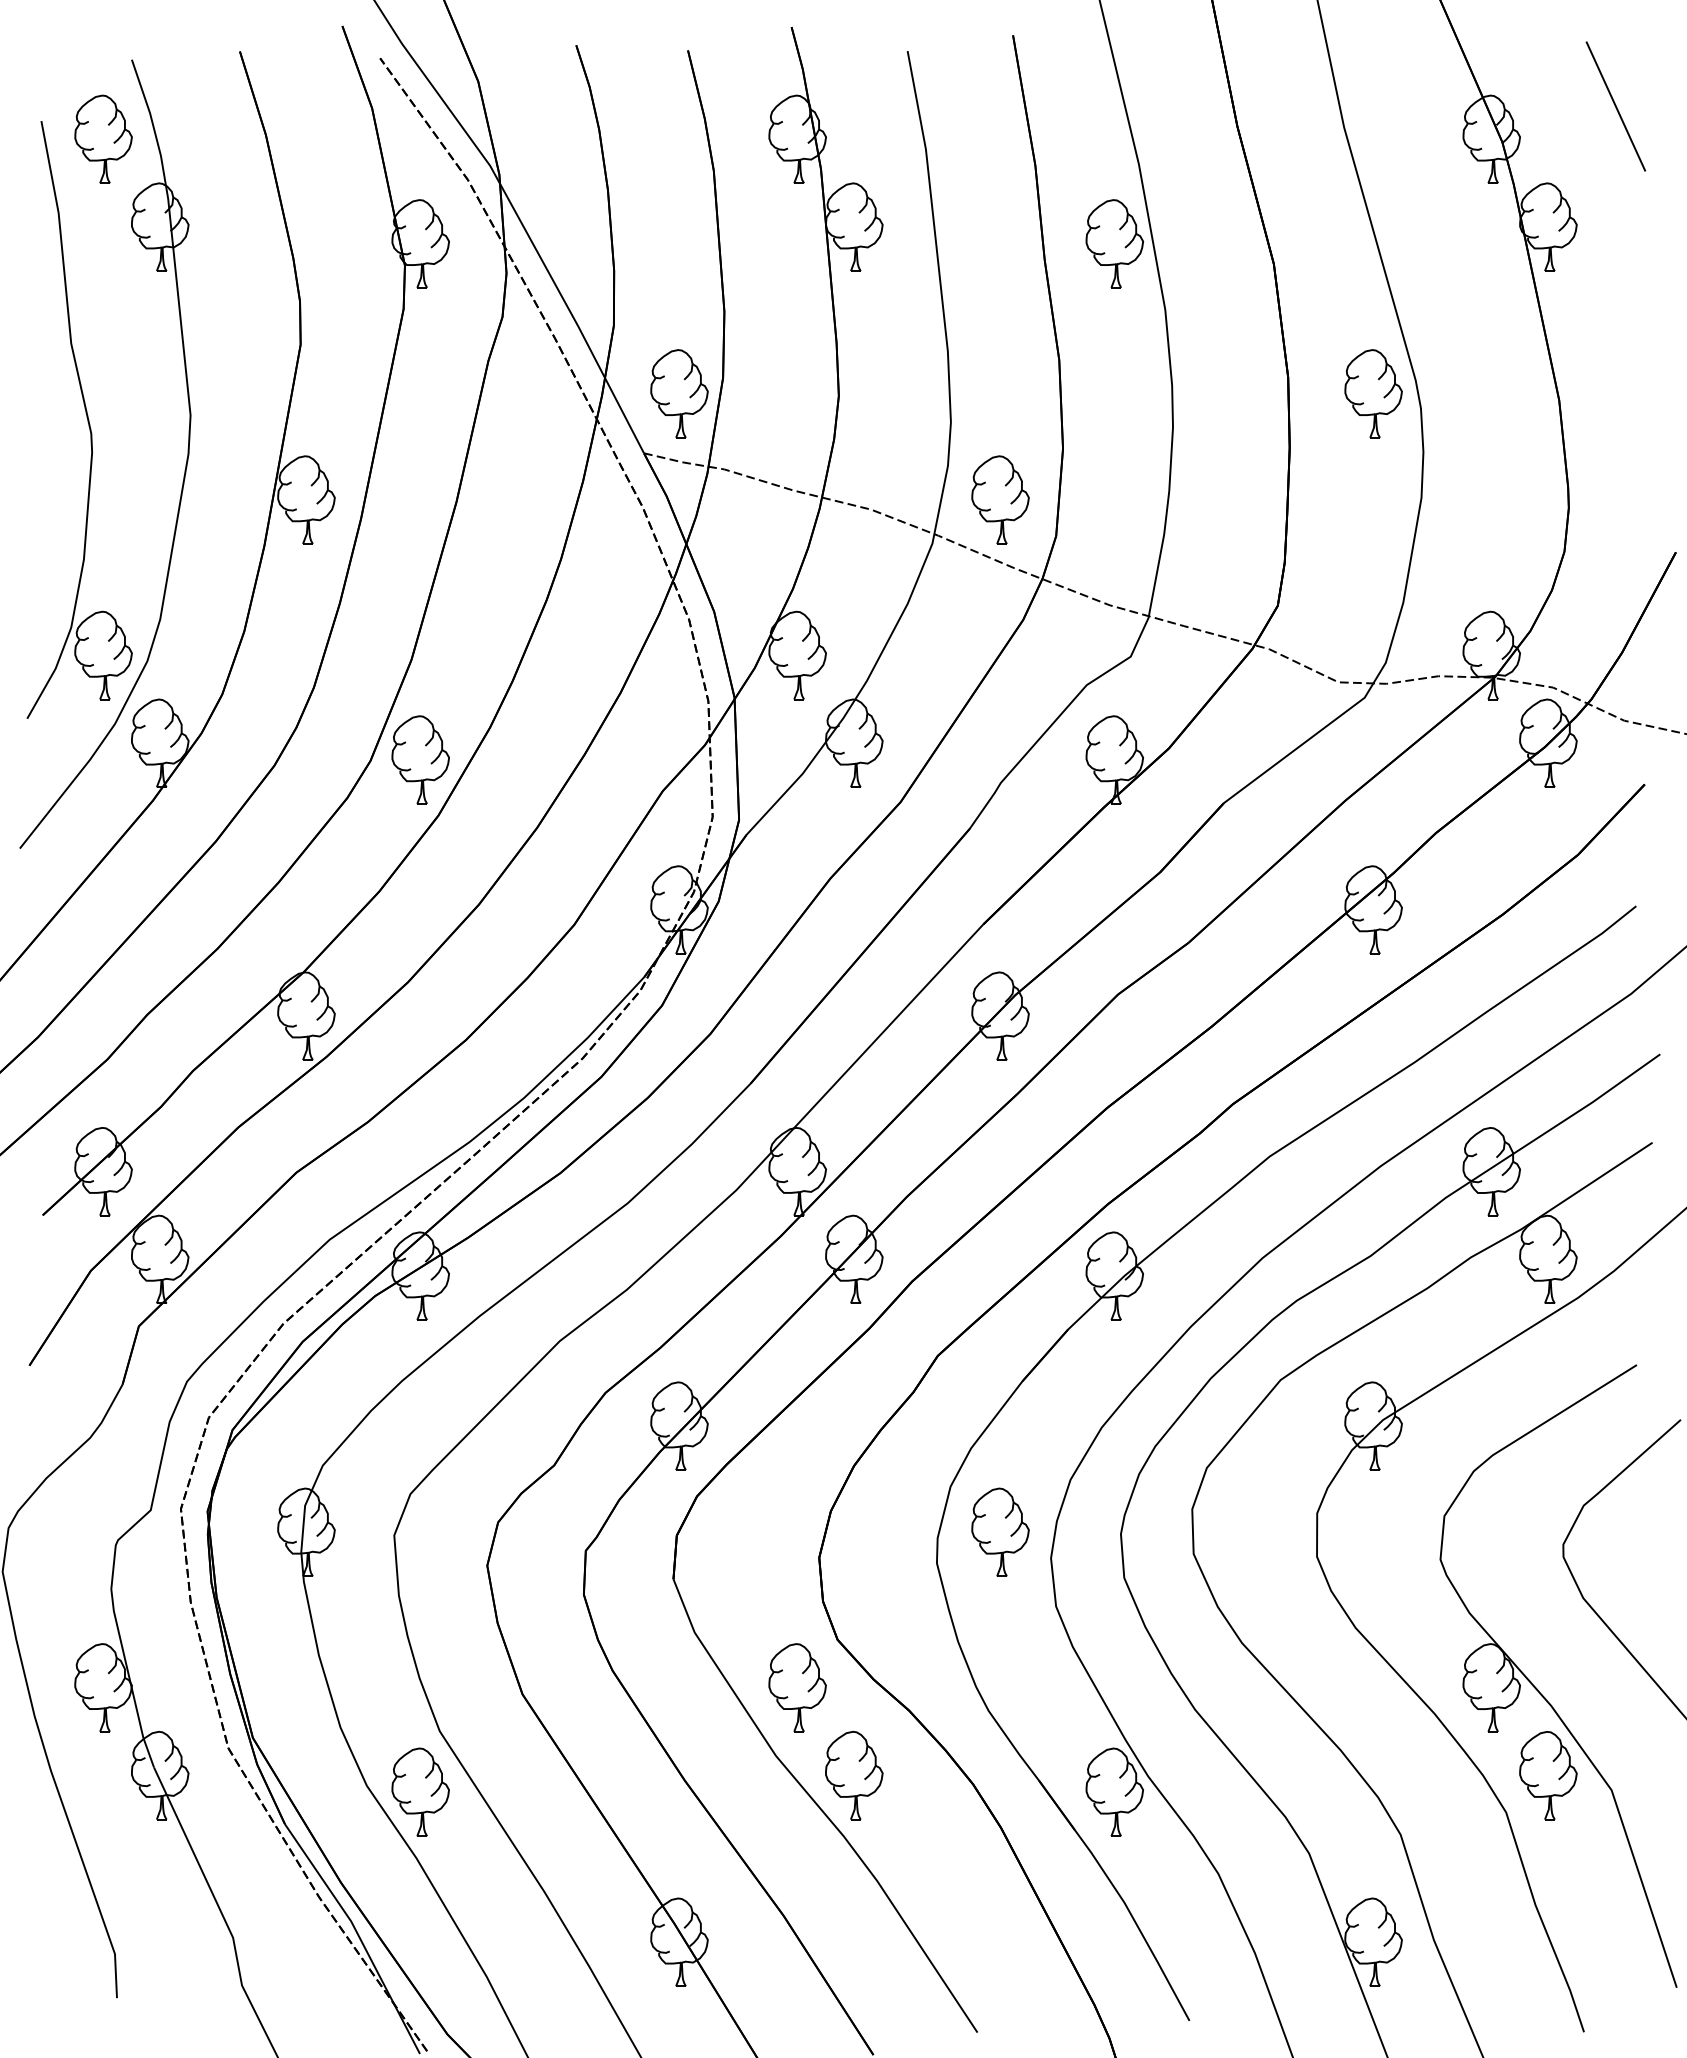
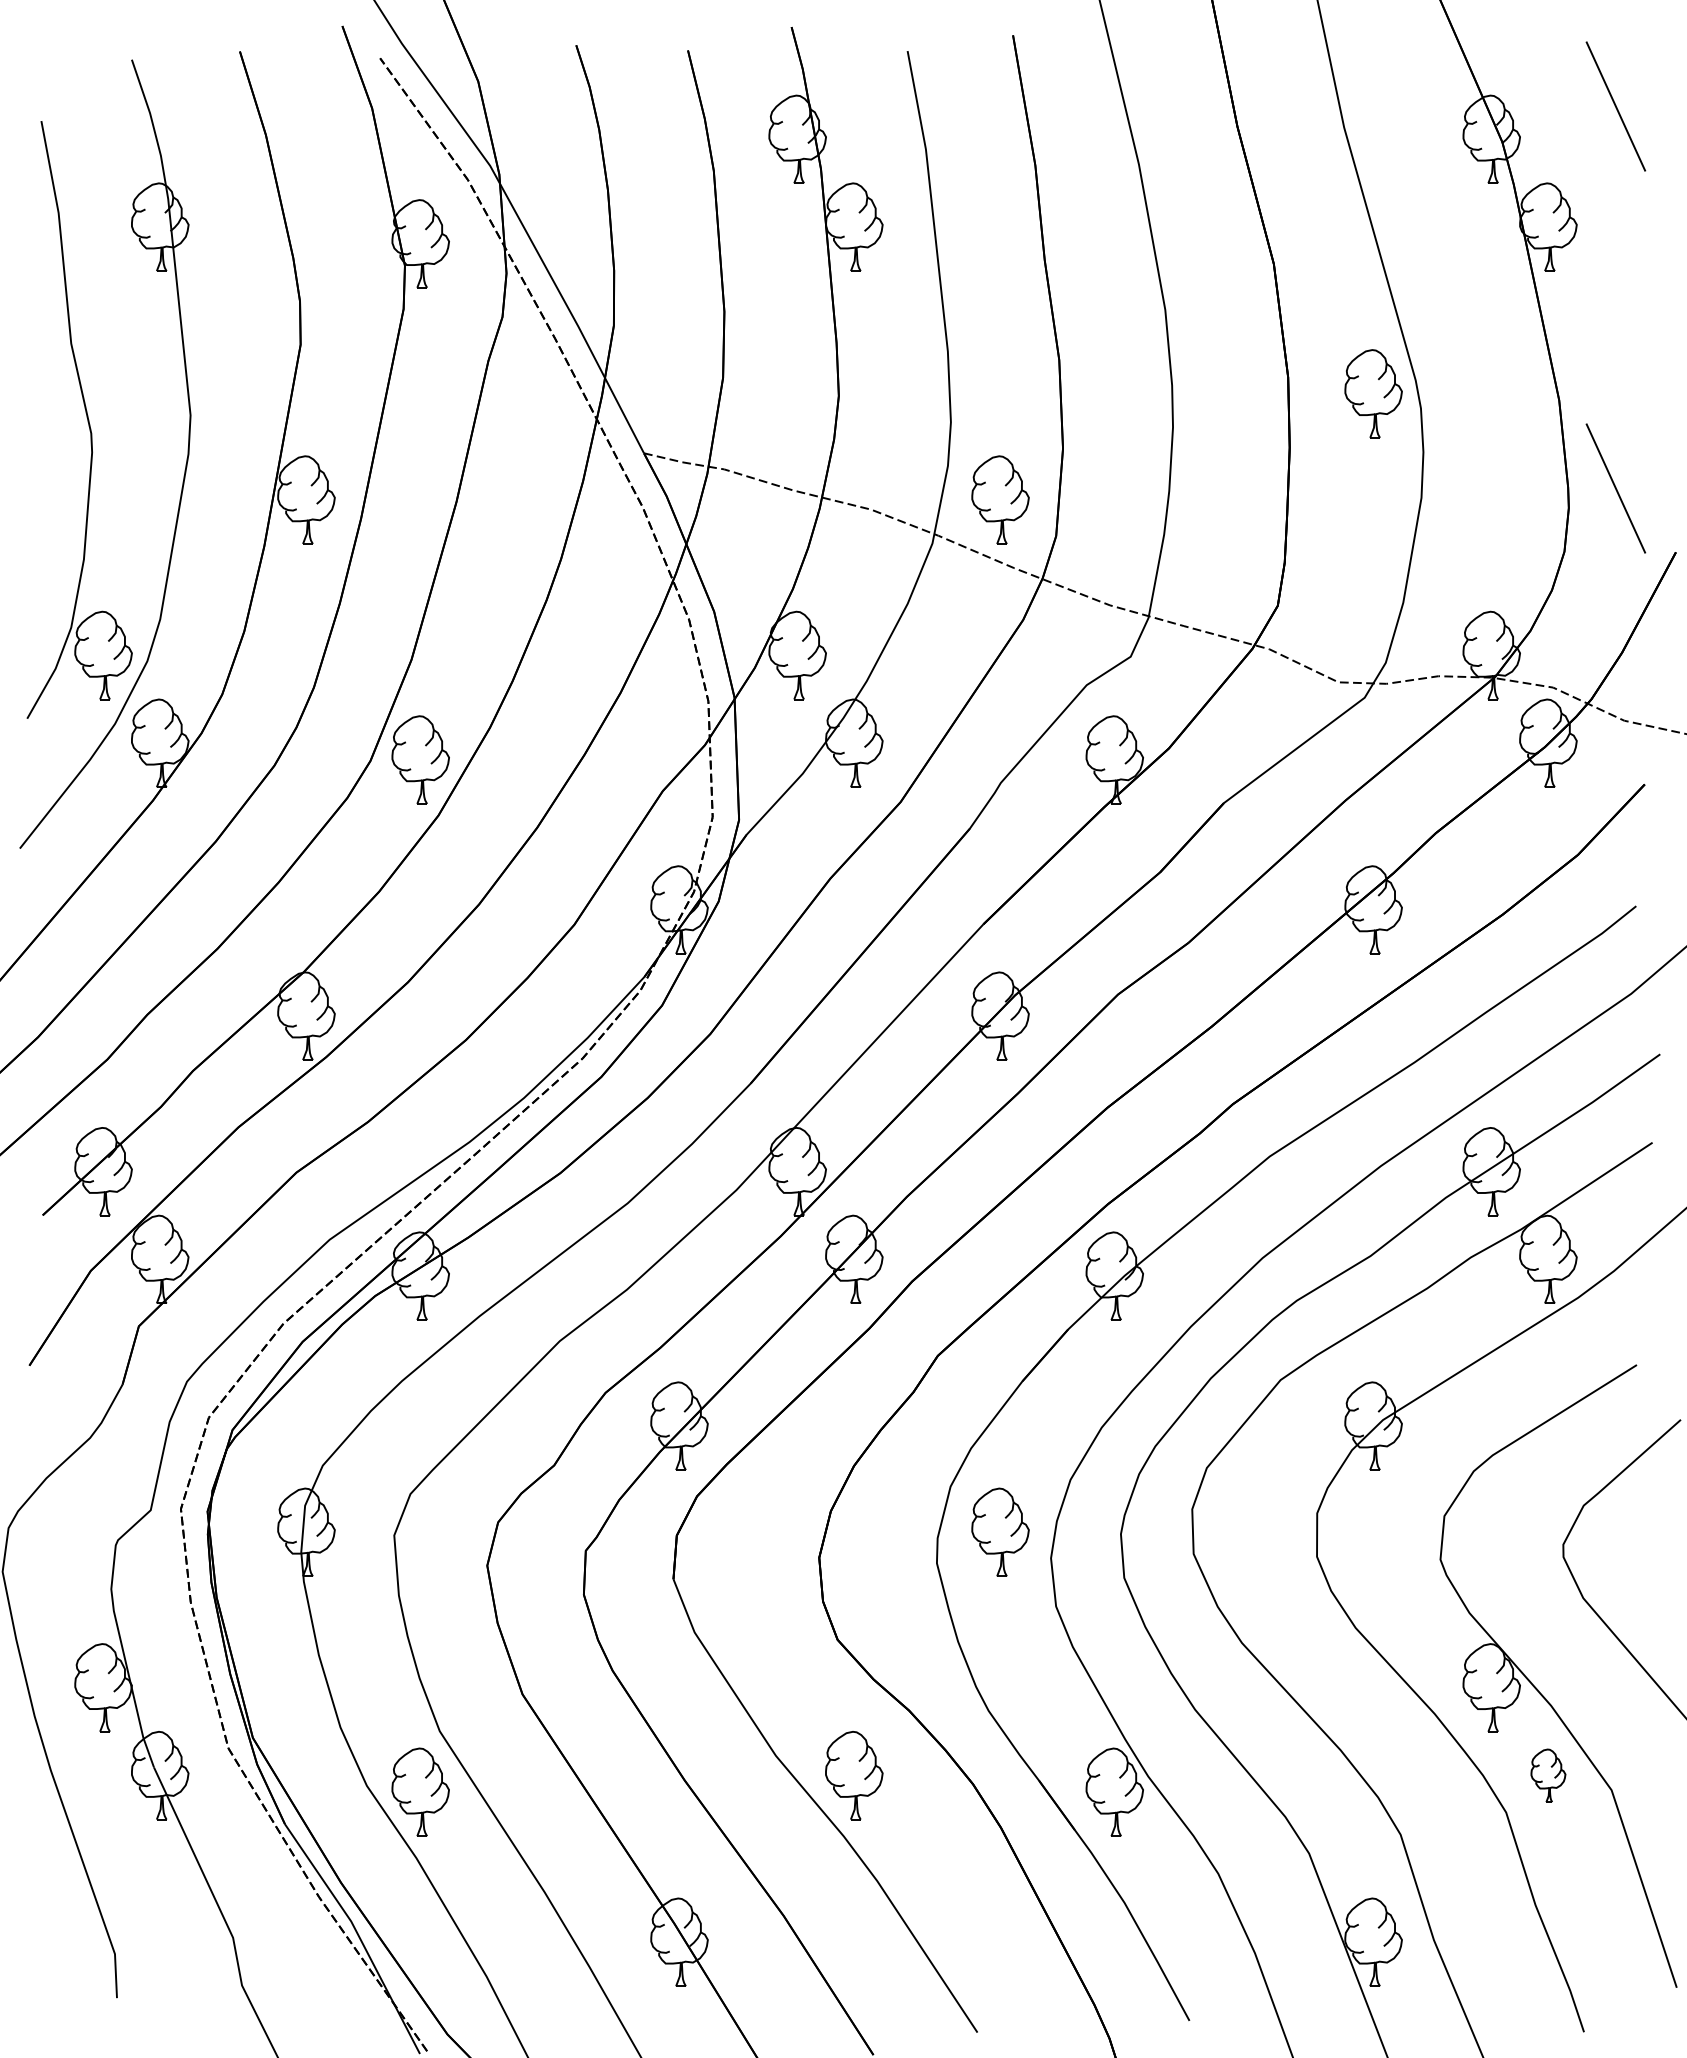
part at (103, 138): present -> none
part at (1114, 243): present -> none
part at (679, 393): present -> none
line at (1615, 488): none -> present
part at (797, 1687): present -> none
part at (1548, 1775) size: 59x90 px -> 37x55 px
